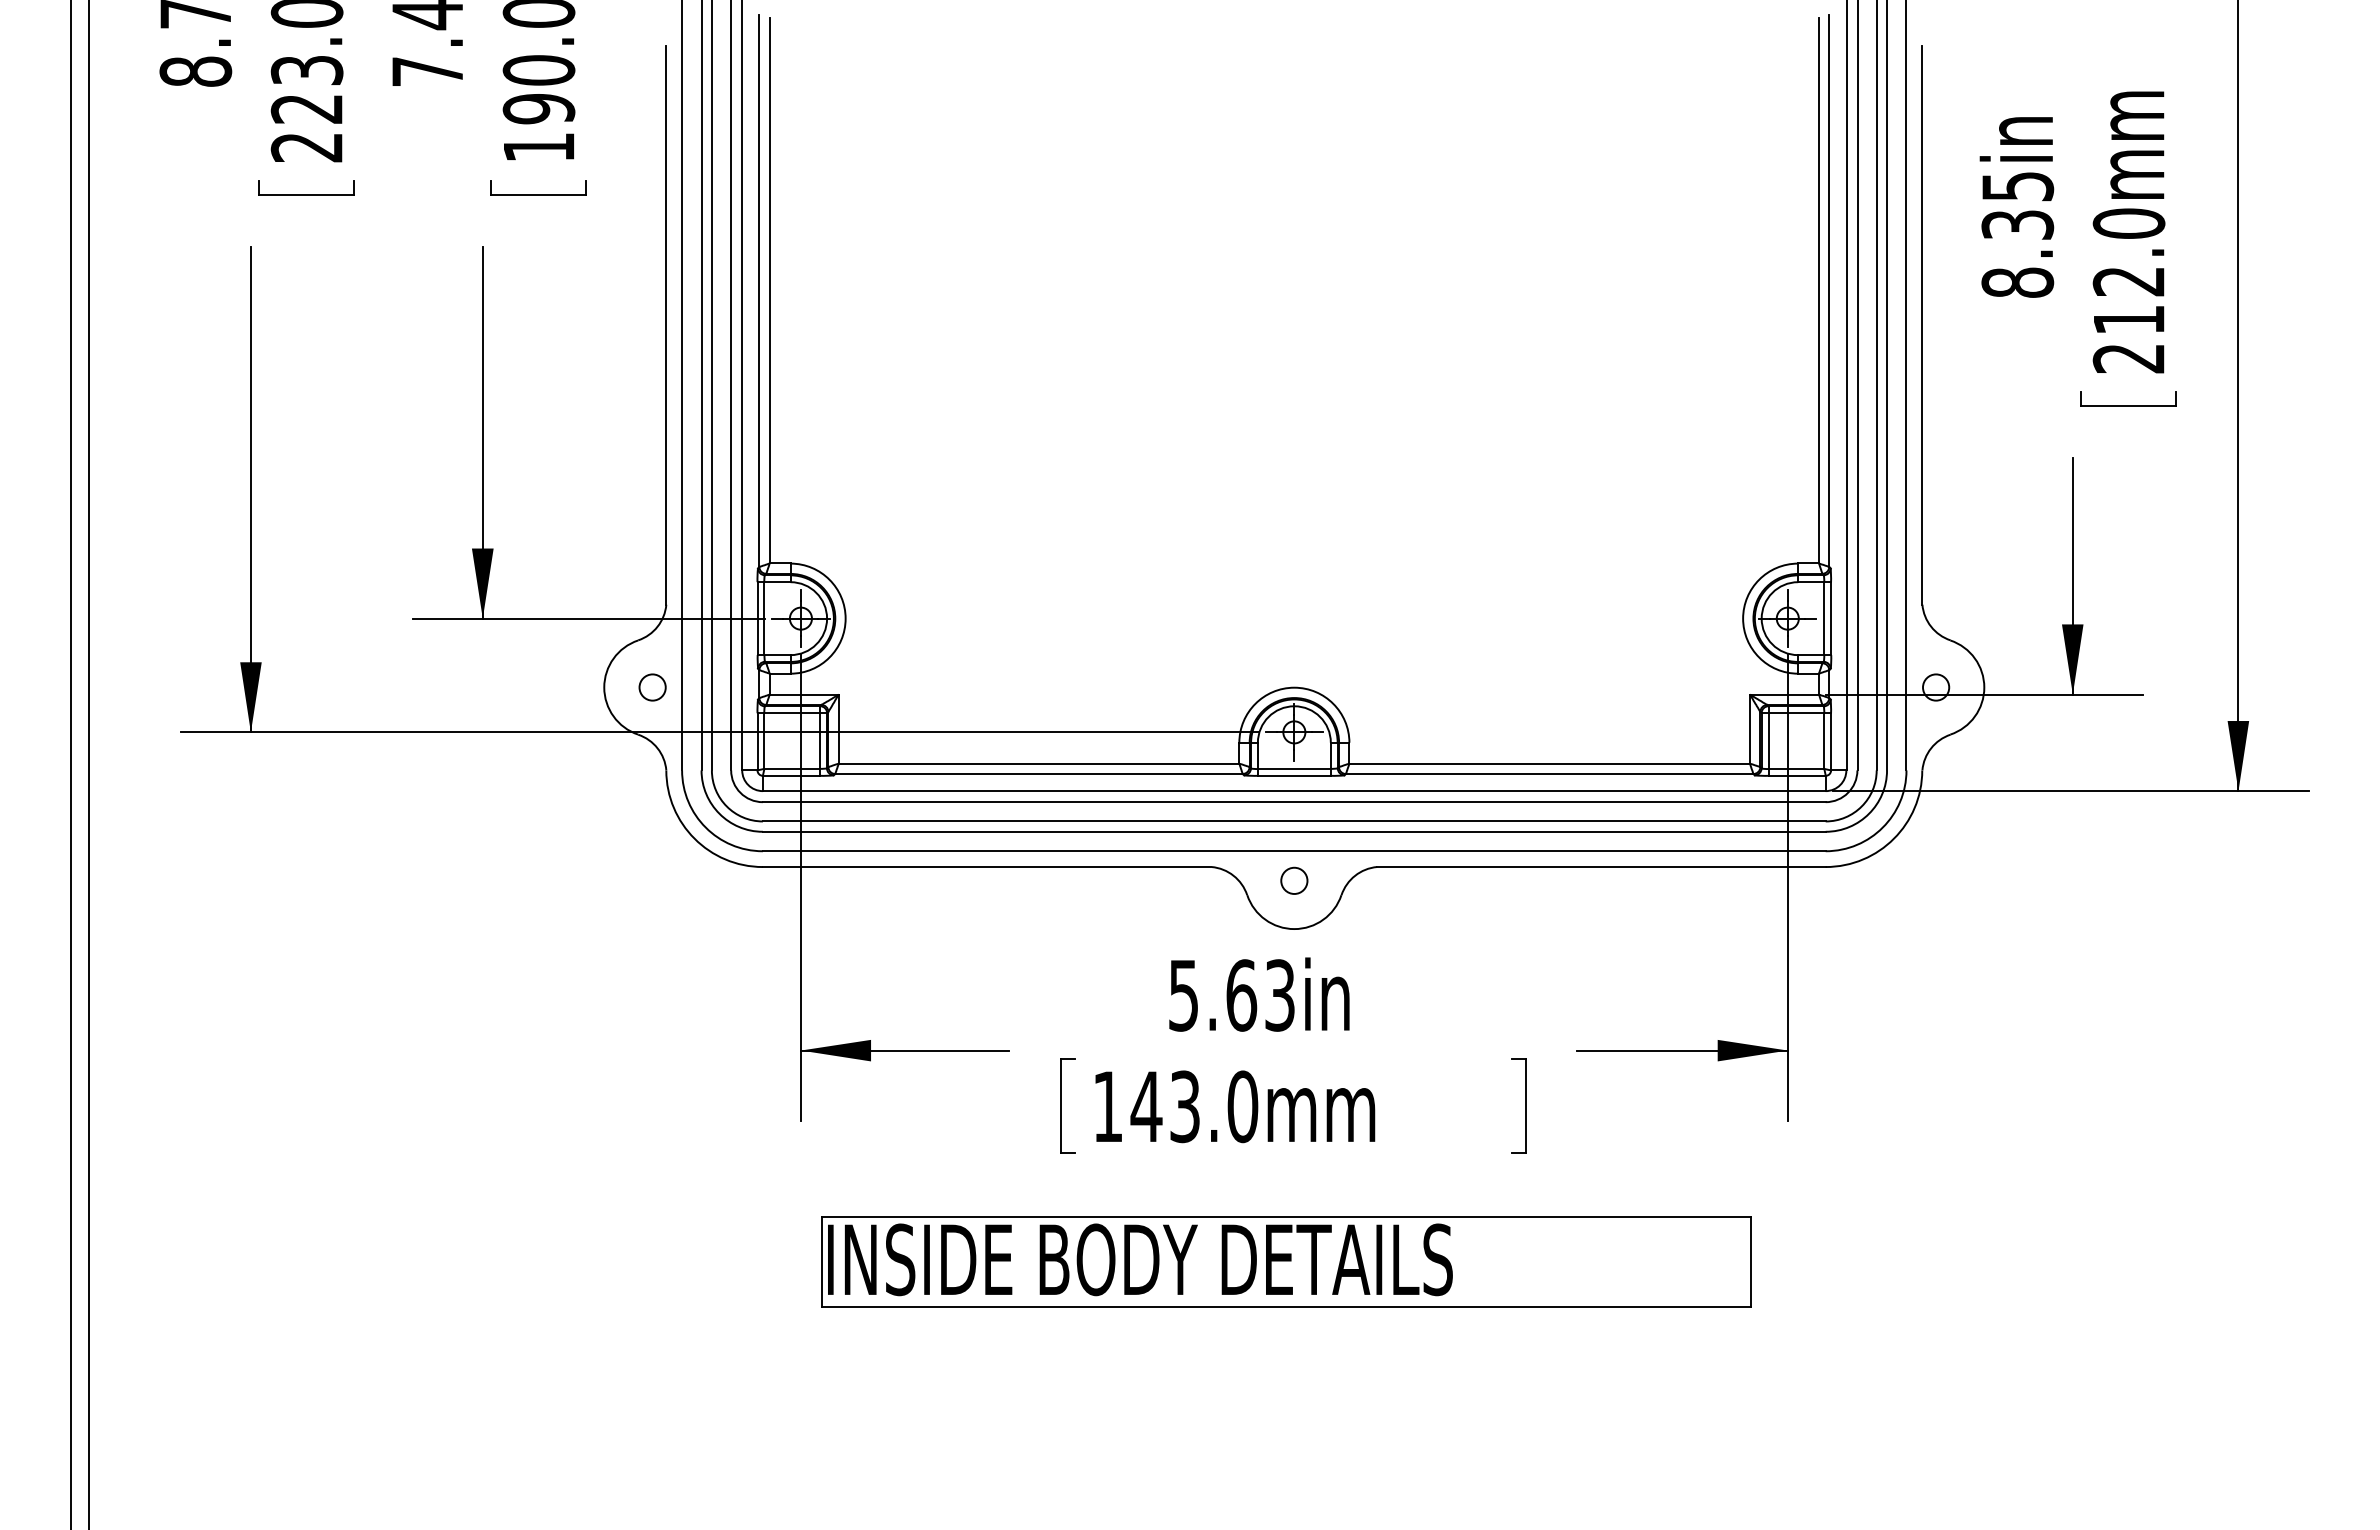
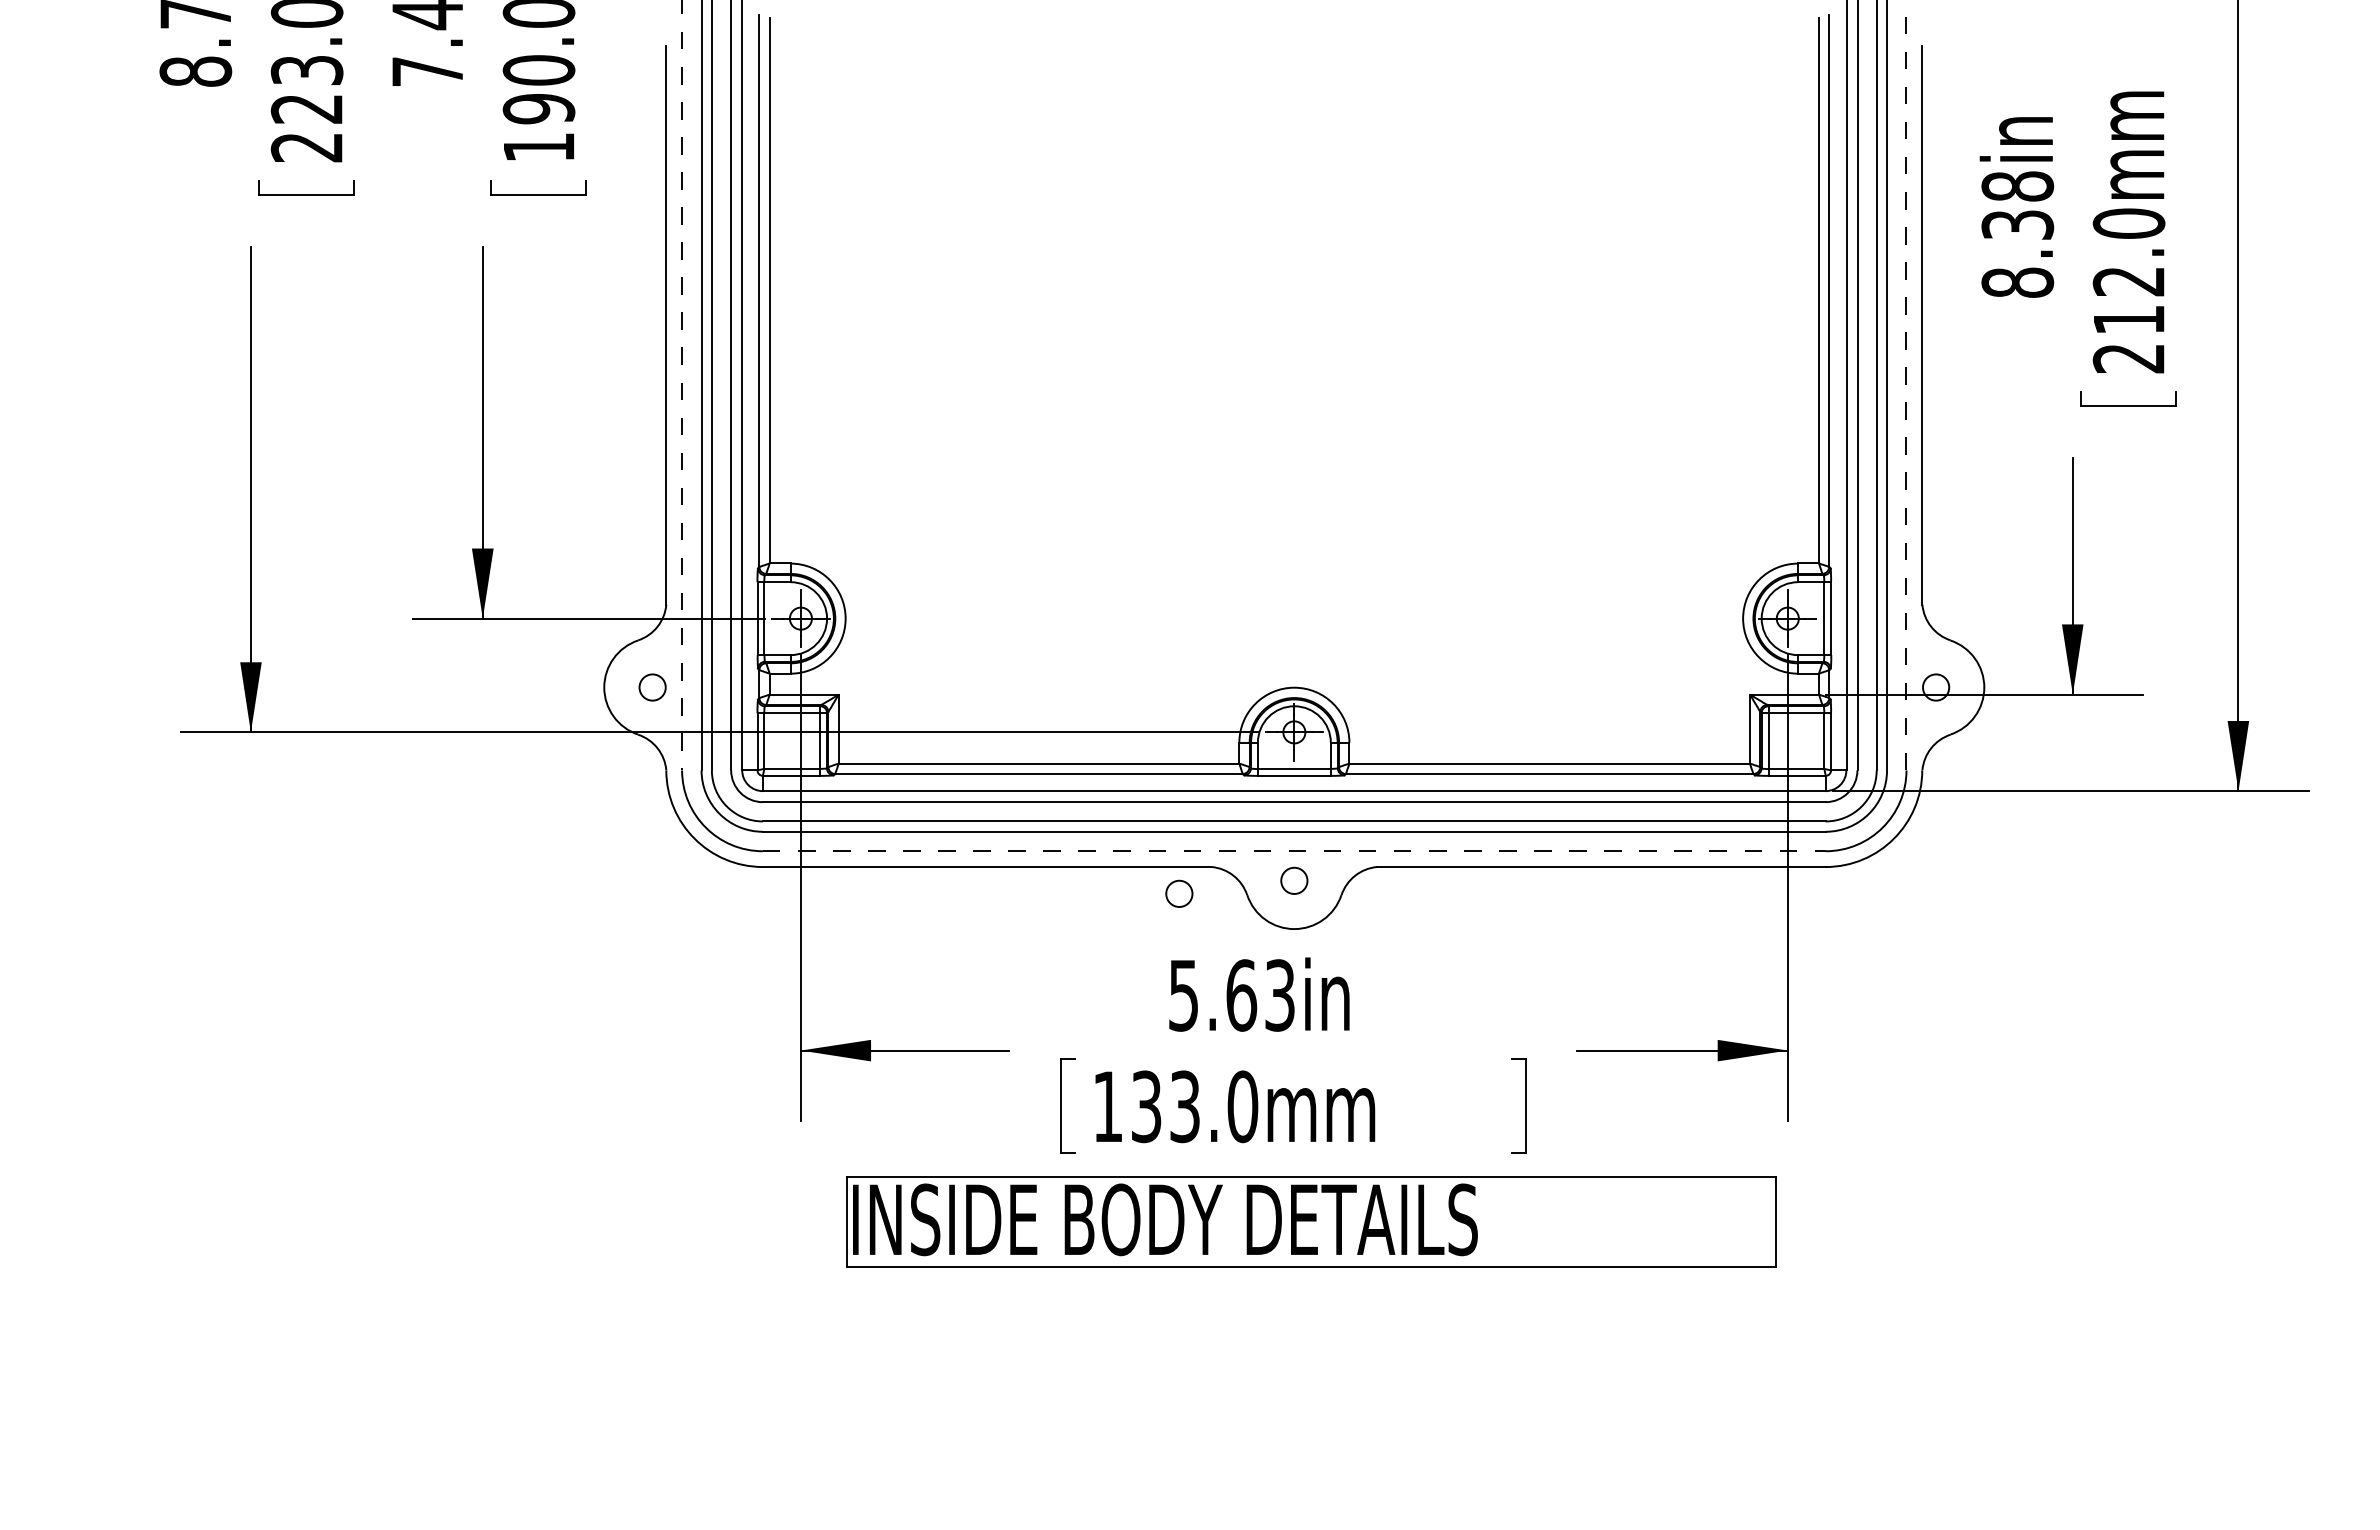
text at (2017, 186): 8.35in -> 8.38in
line at (682, 385): solid -> dashed
line at (1906, 385): solid -> dashed
line at (71, 764): present -> none
line at (88, 764): present -> none
line at (1294, 851): solid -> dashed
circle at (1179, 893): none -> present
text at (1146, 1106): 143.0mm -> 133.0mm
part at (1286, 1261) position: (1286, 1261) -> (1311, 1221)
